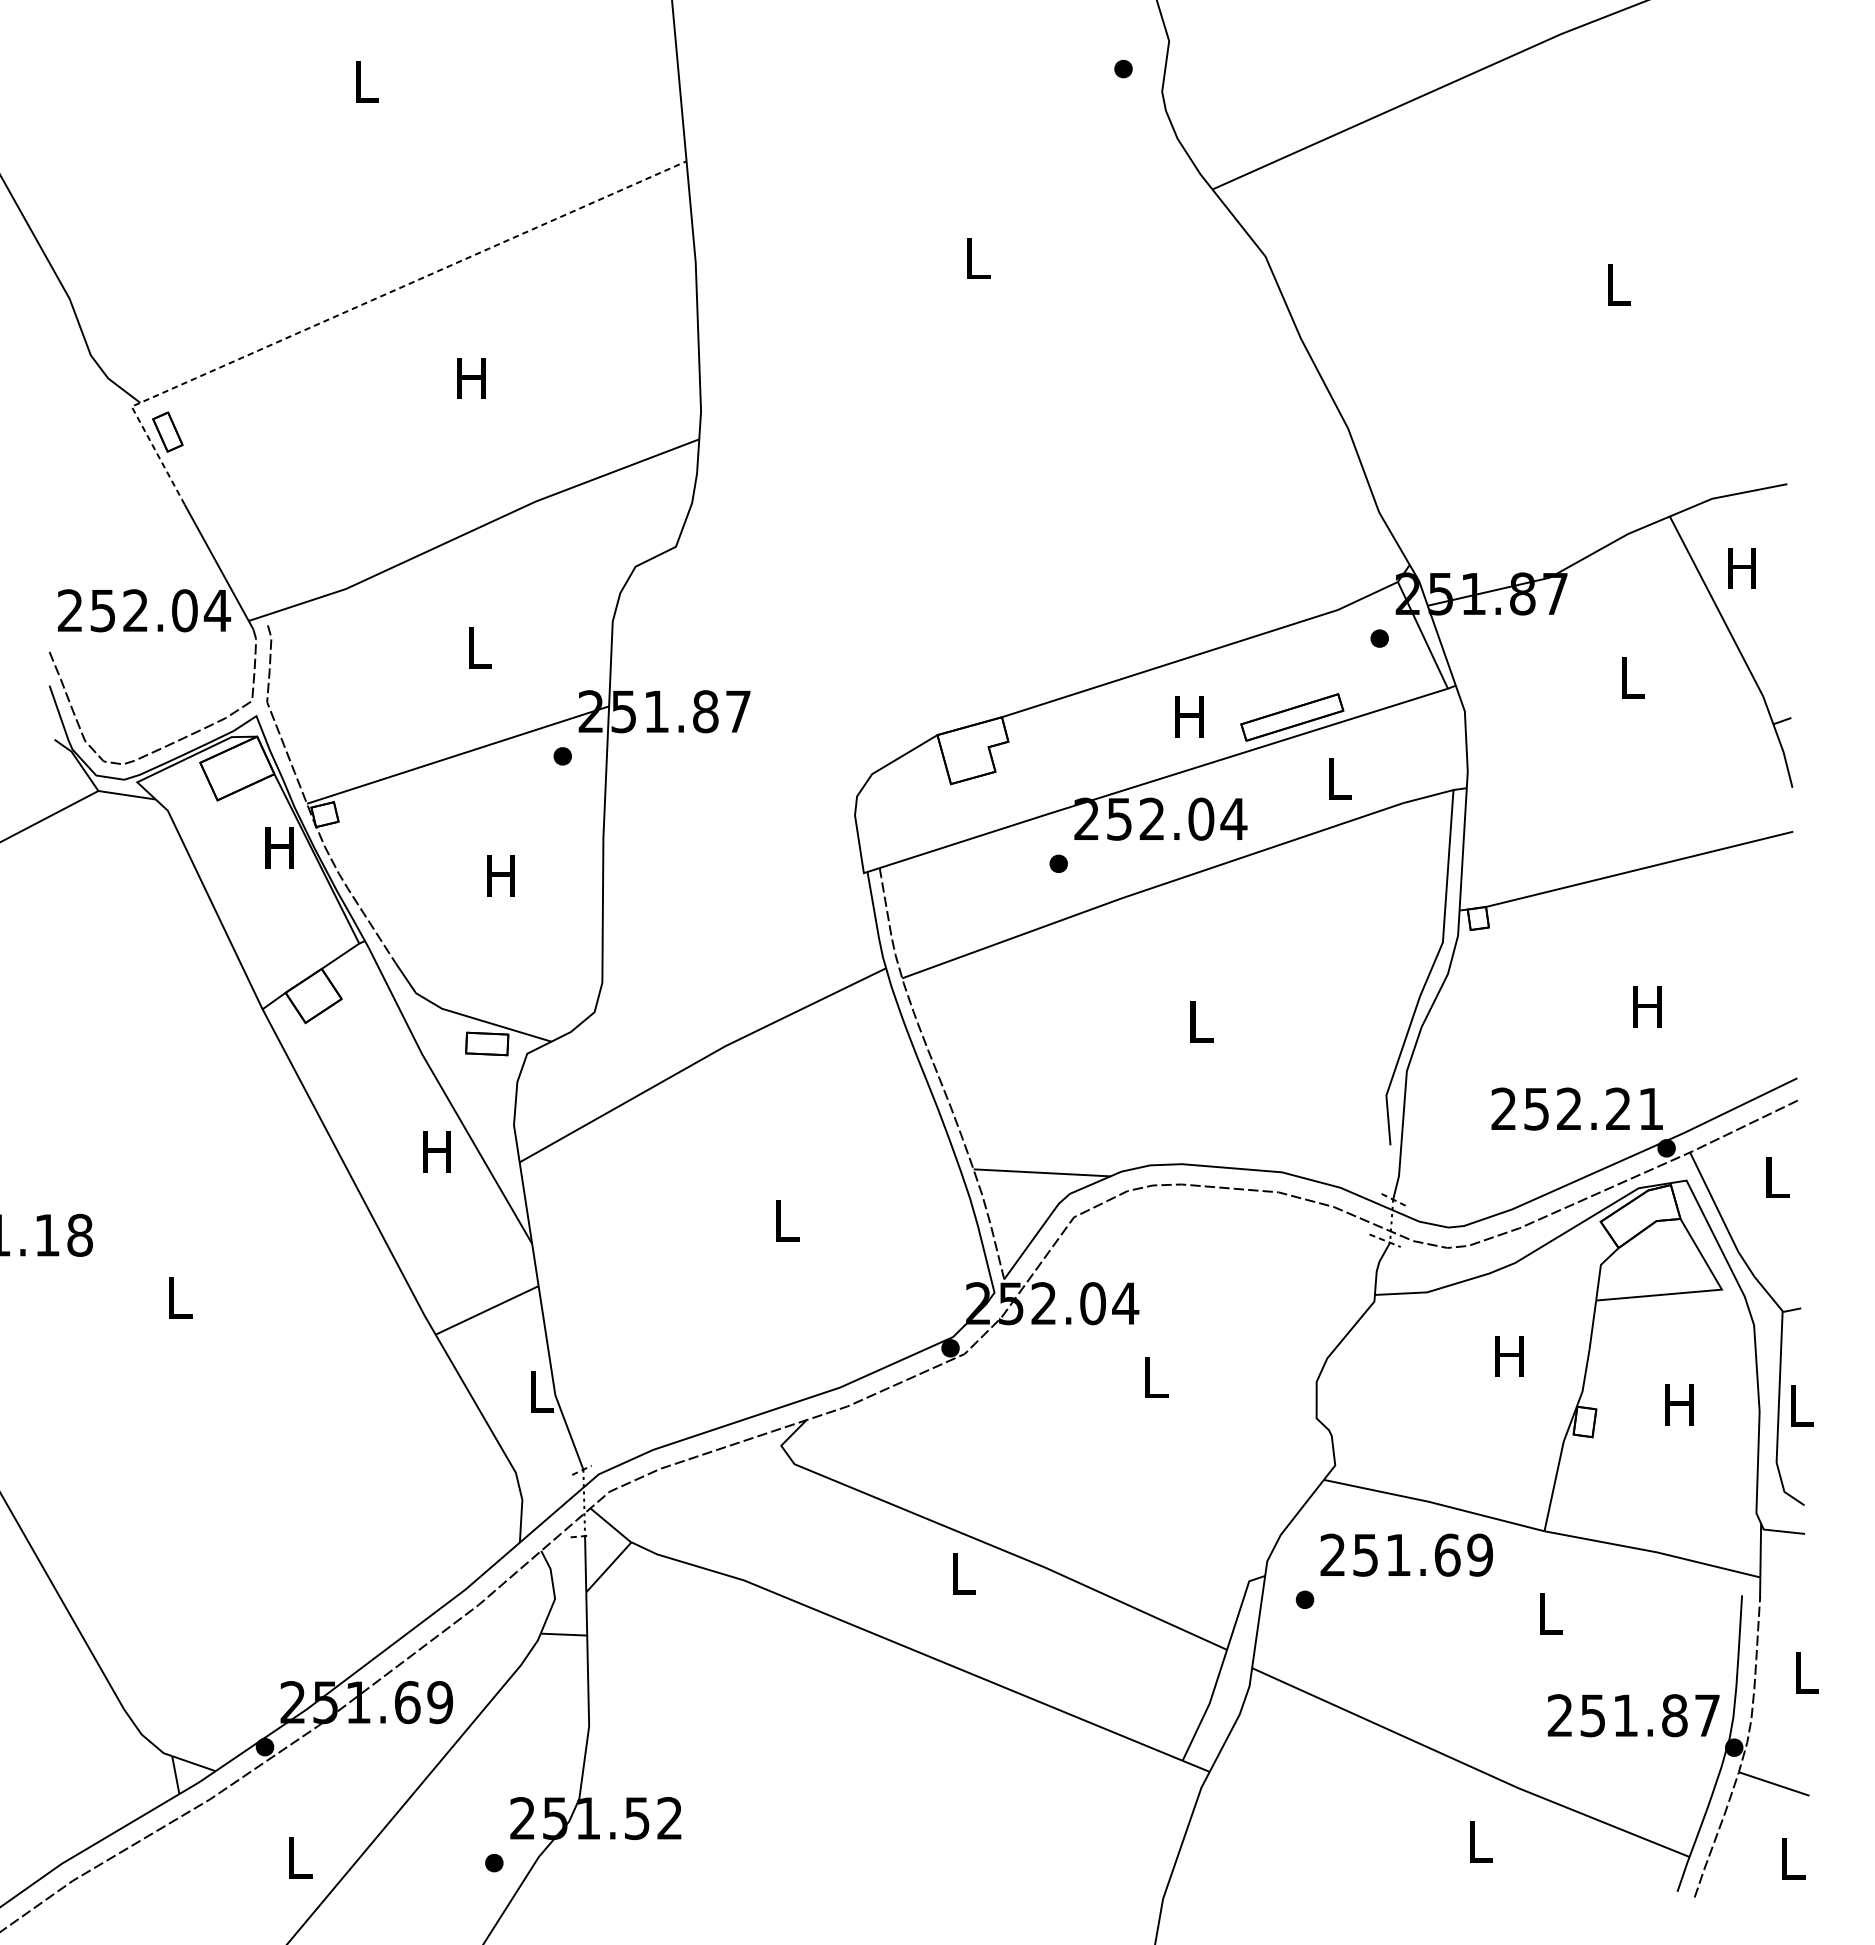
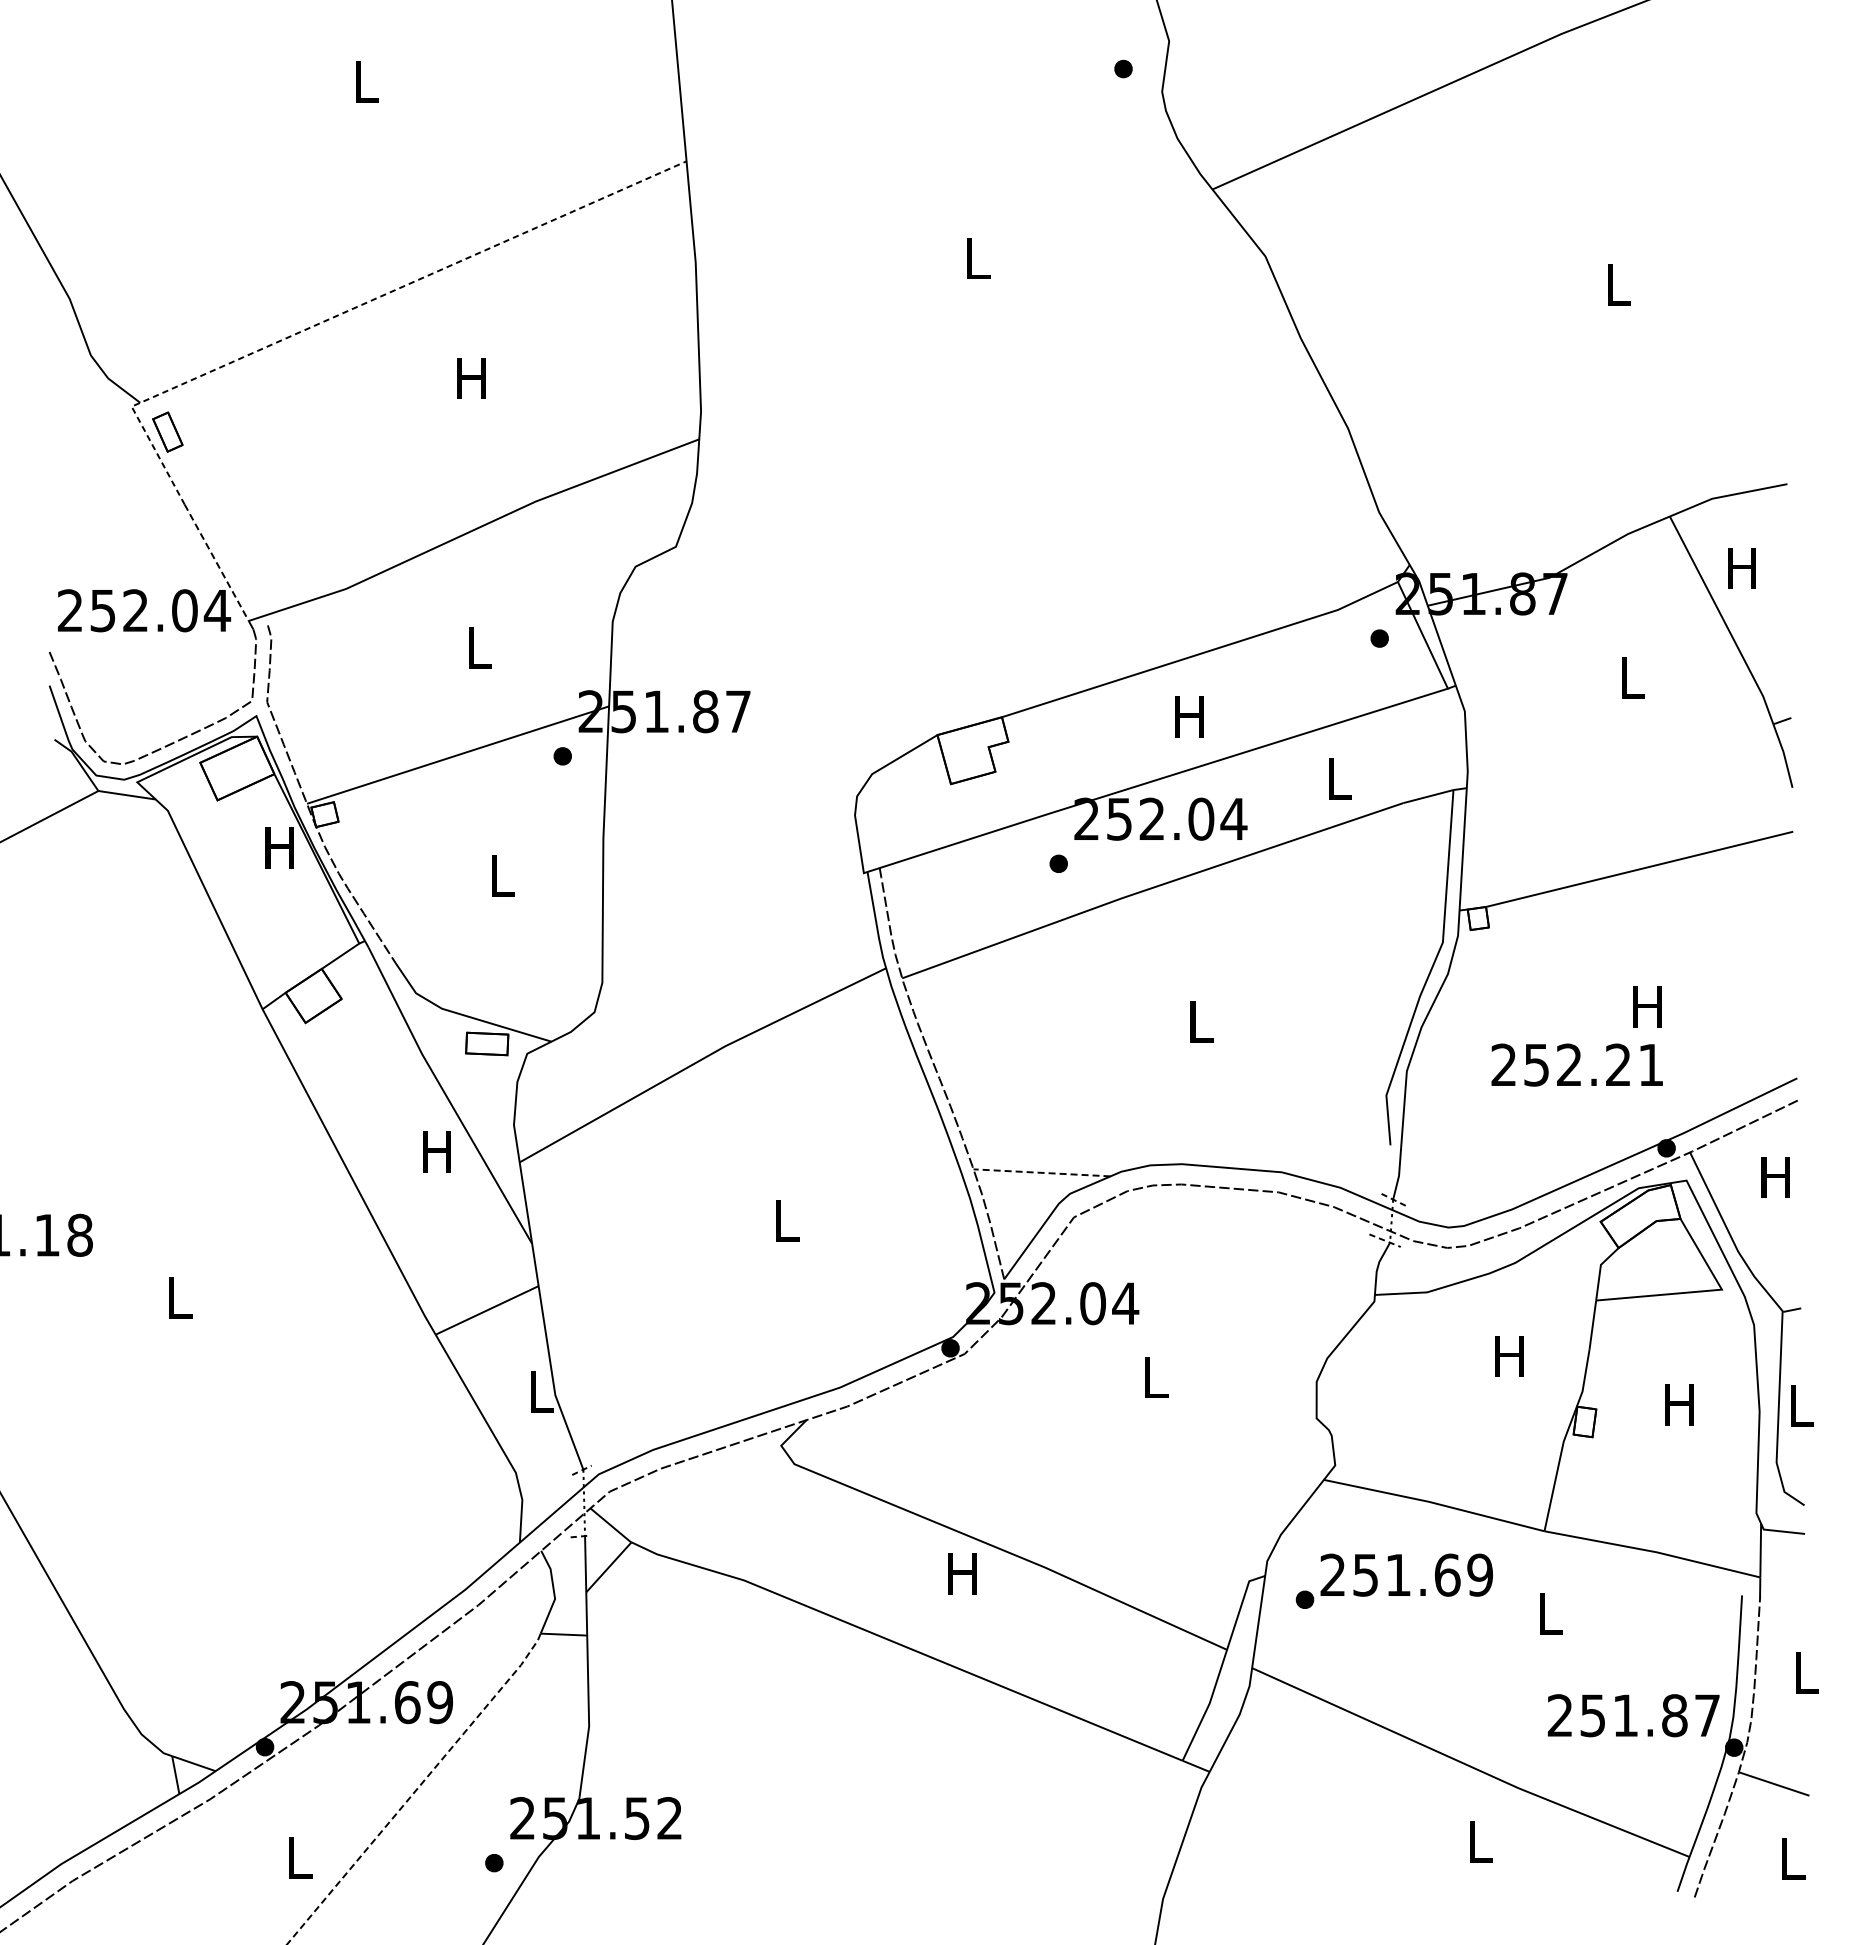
line at (216, 563): solid -> dashed
part at (1292, 717): present -> none
text at (500, 875): H -> L
text at (1576, 1108) position: (1576, 1108) -> (1576, 1064)
line at (1042, 1172): solid -> dashed
text at (1775, 1177): L -> H
text at (1406, 1554) position: (1406, 1554) -> (1406, 1574)
text at (962, 1573): L -> H
line at (416, 1789): solid -> dashed
